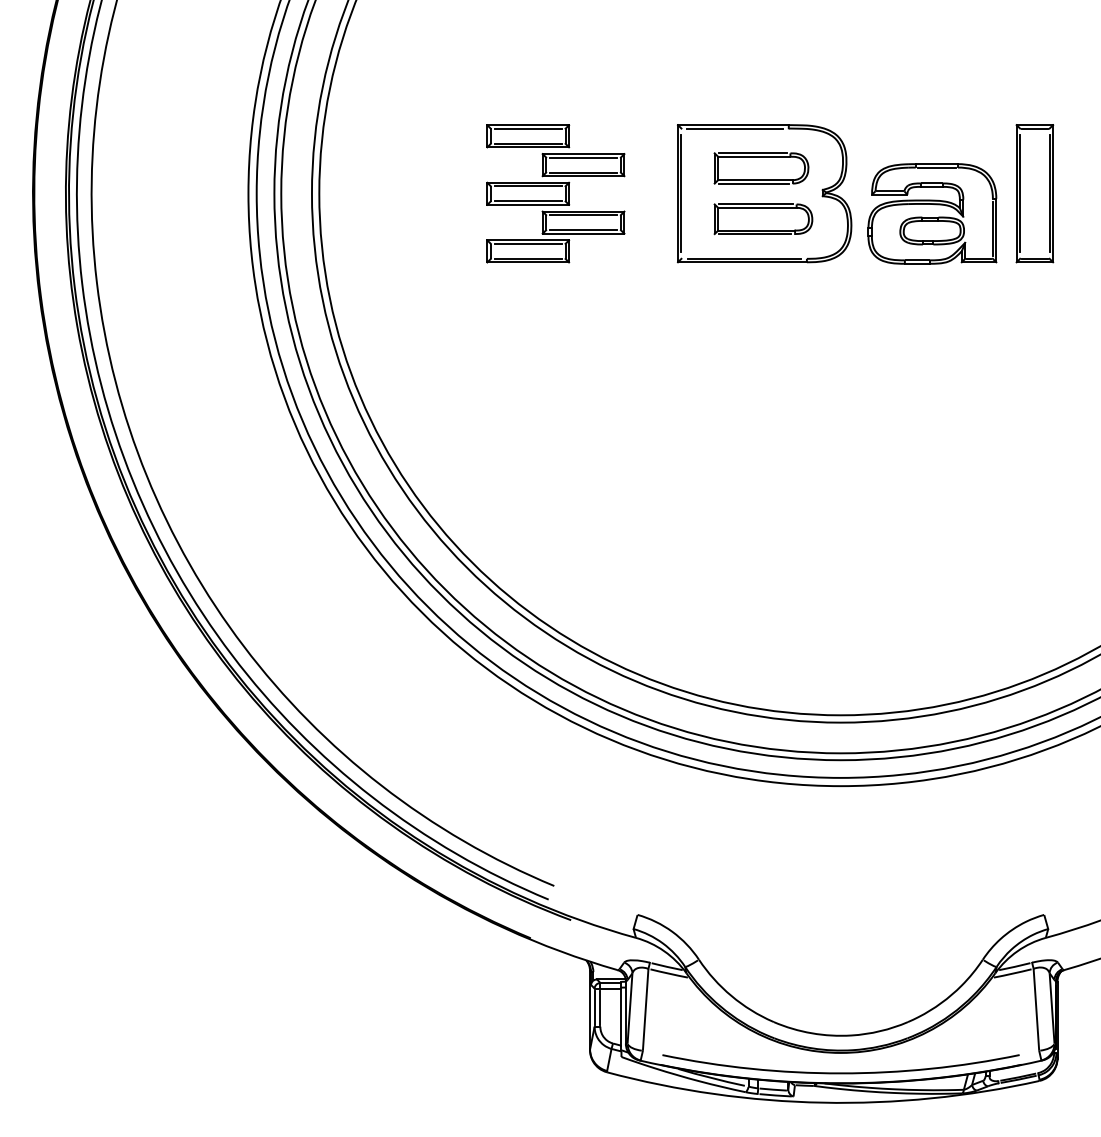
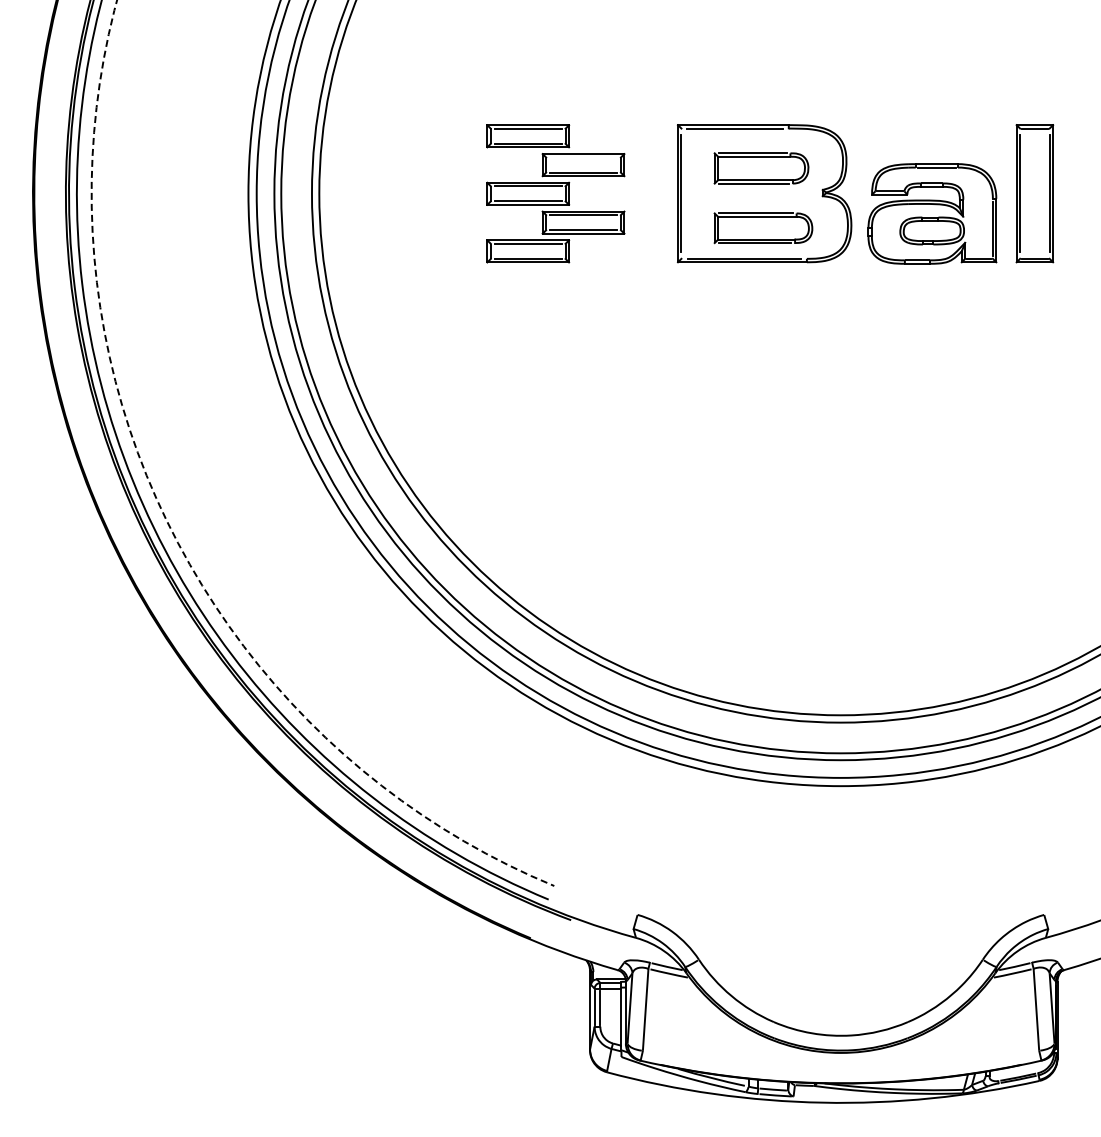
line at (583, 157): present -> none
part at (763, 219) position: (763, 219) -> (763, 228)
arc at (169, 525): solid -> dashed
arc at (840, 1072): present -> none
